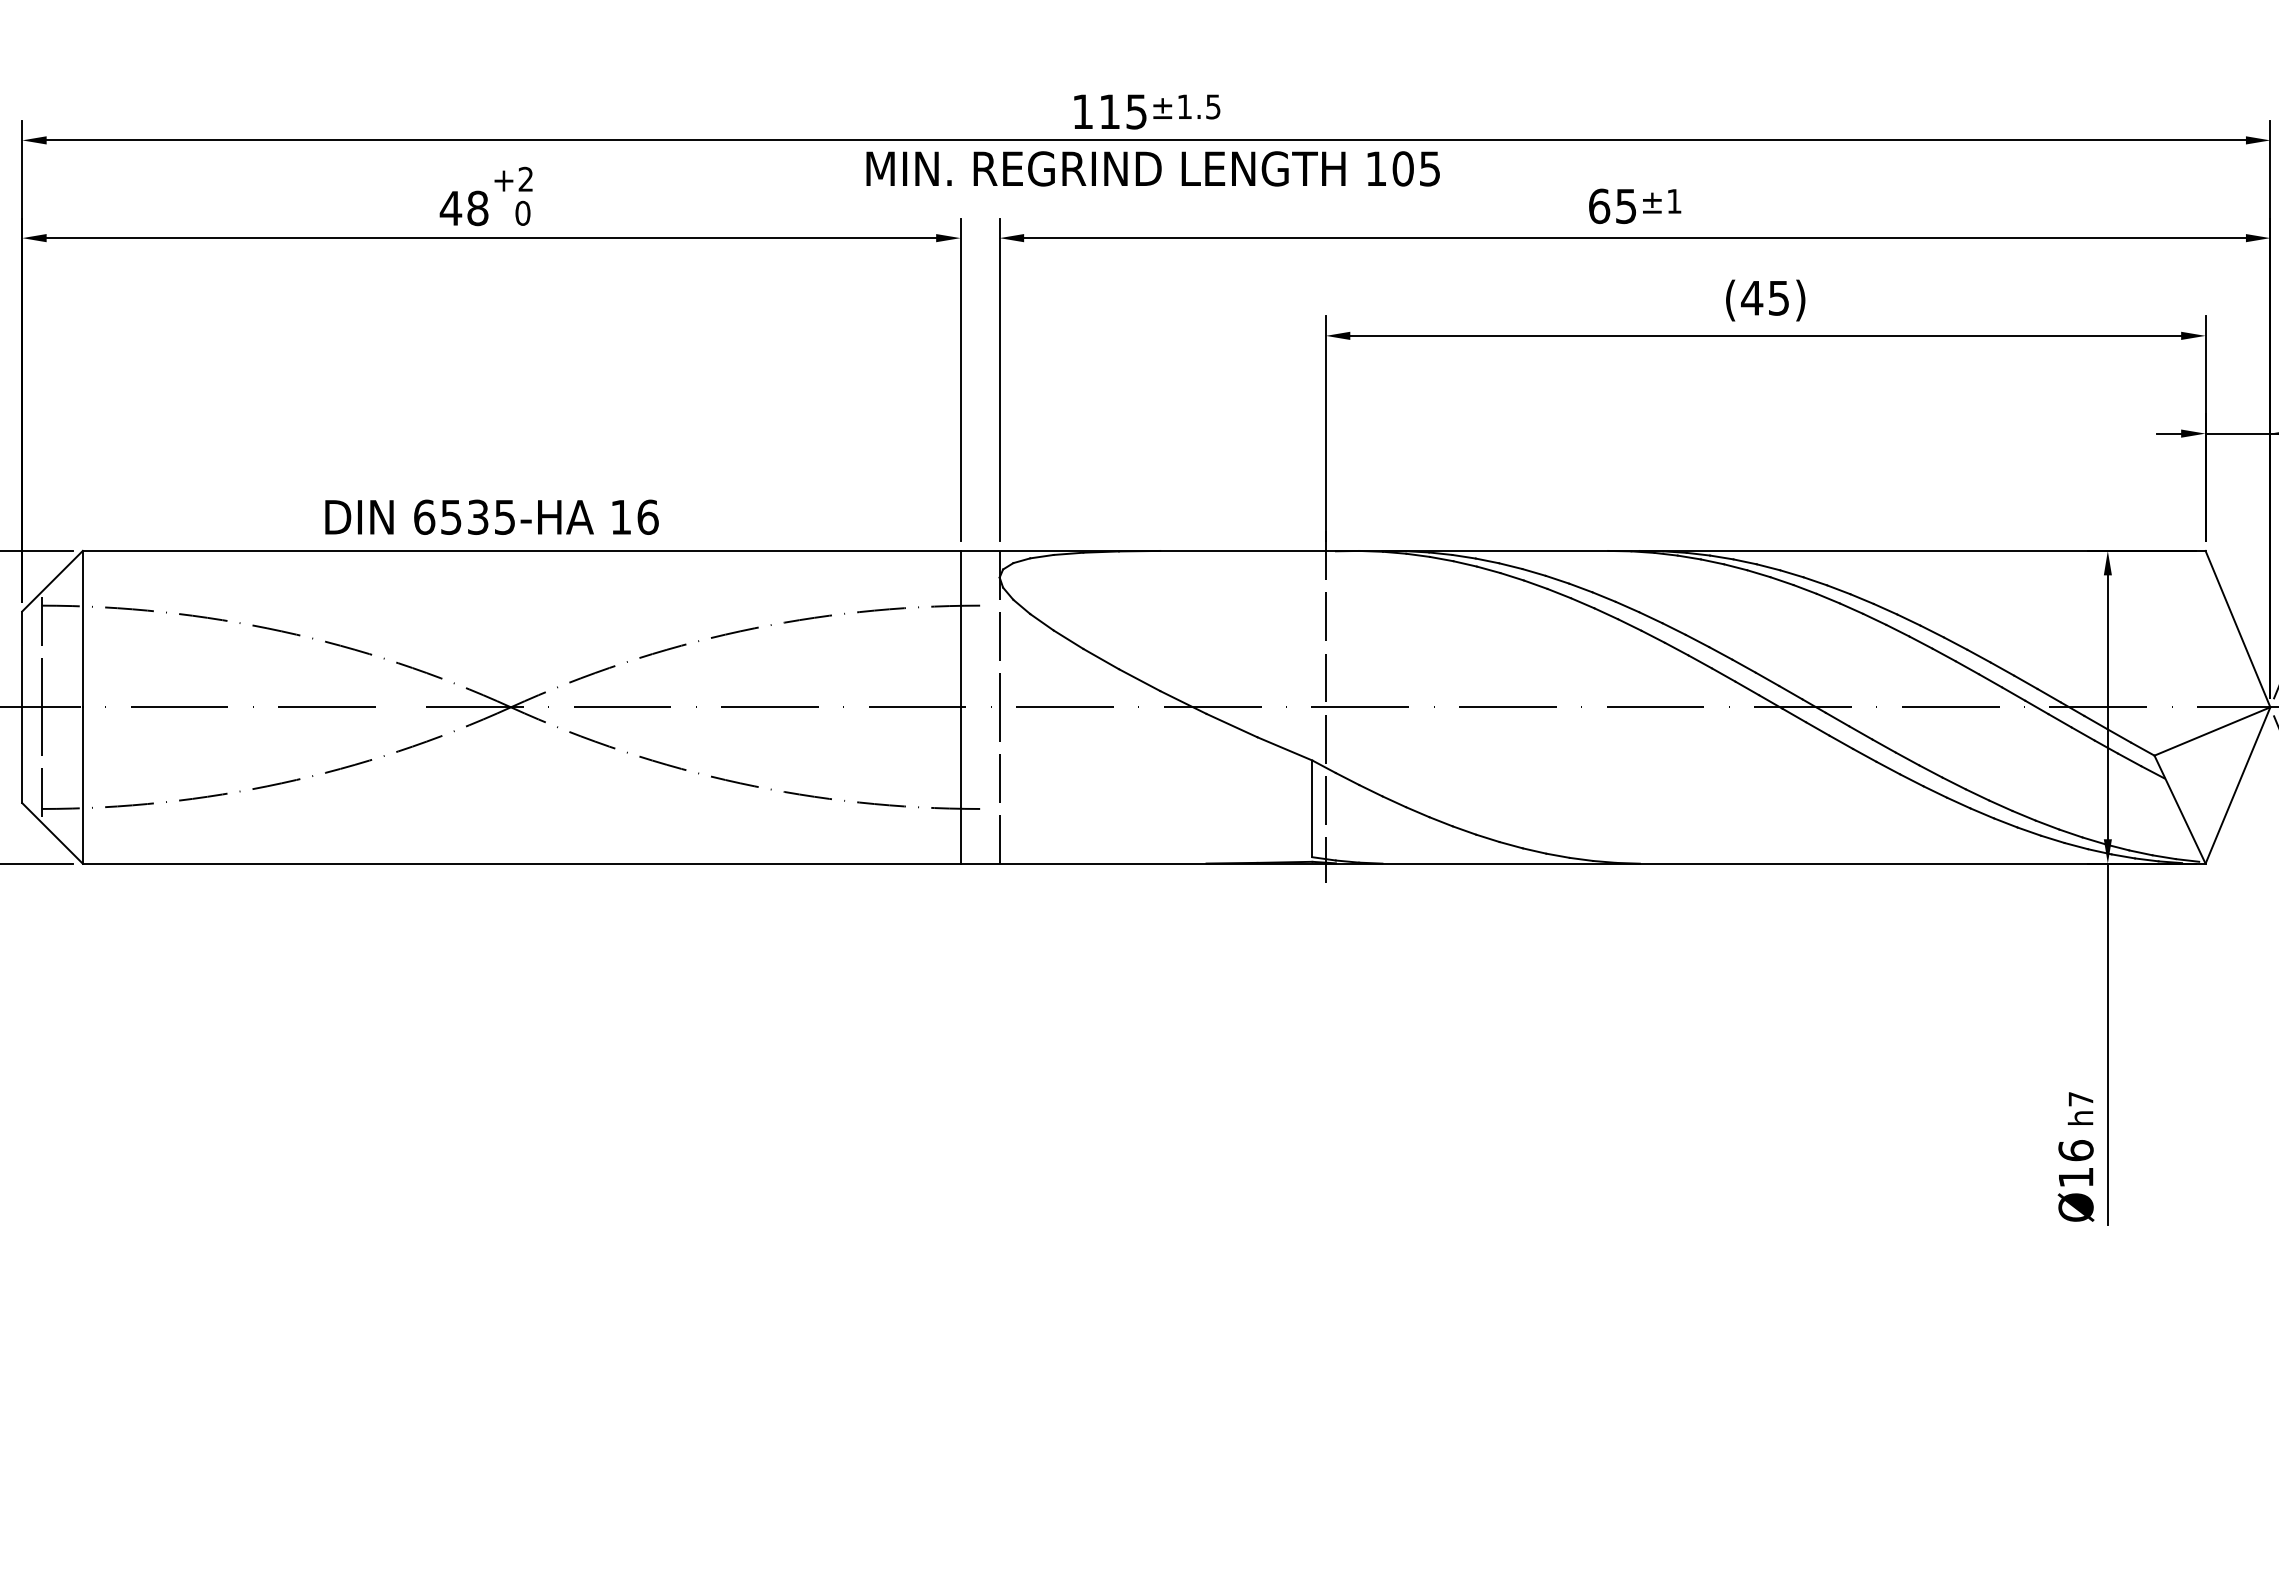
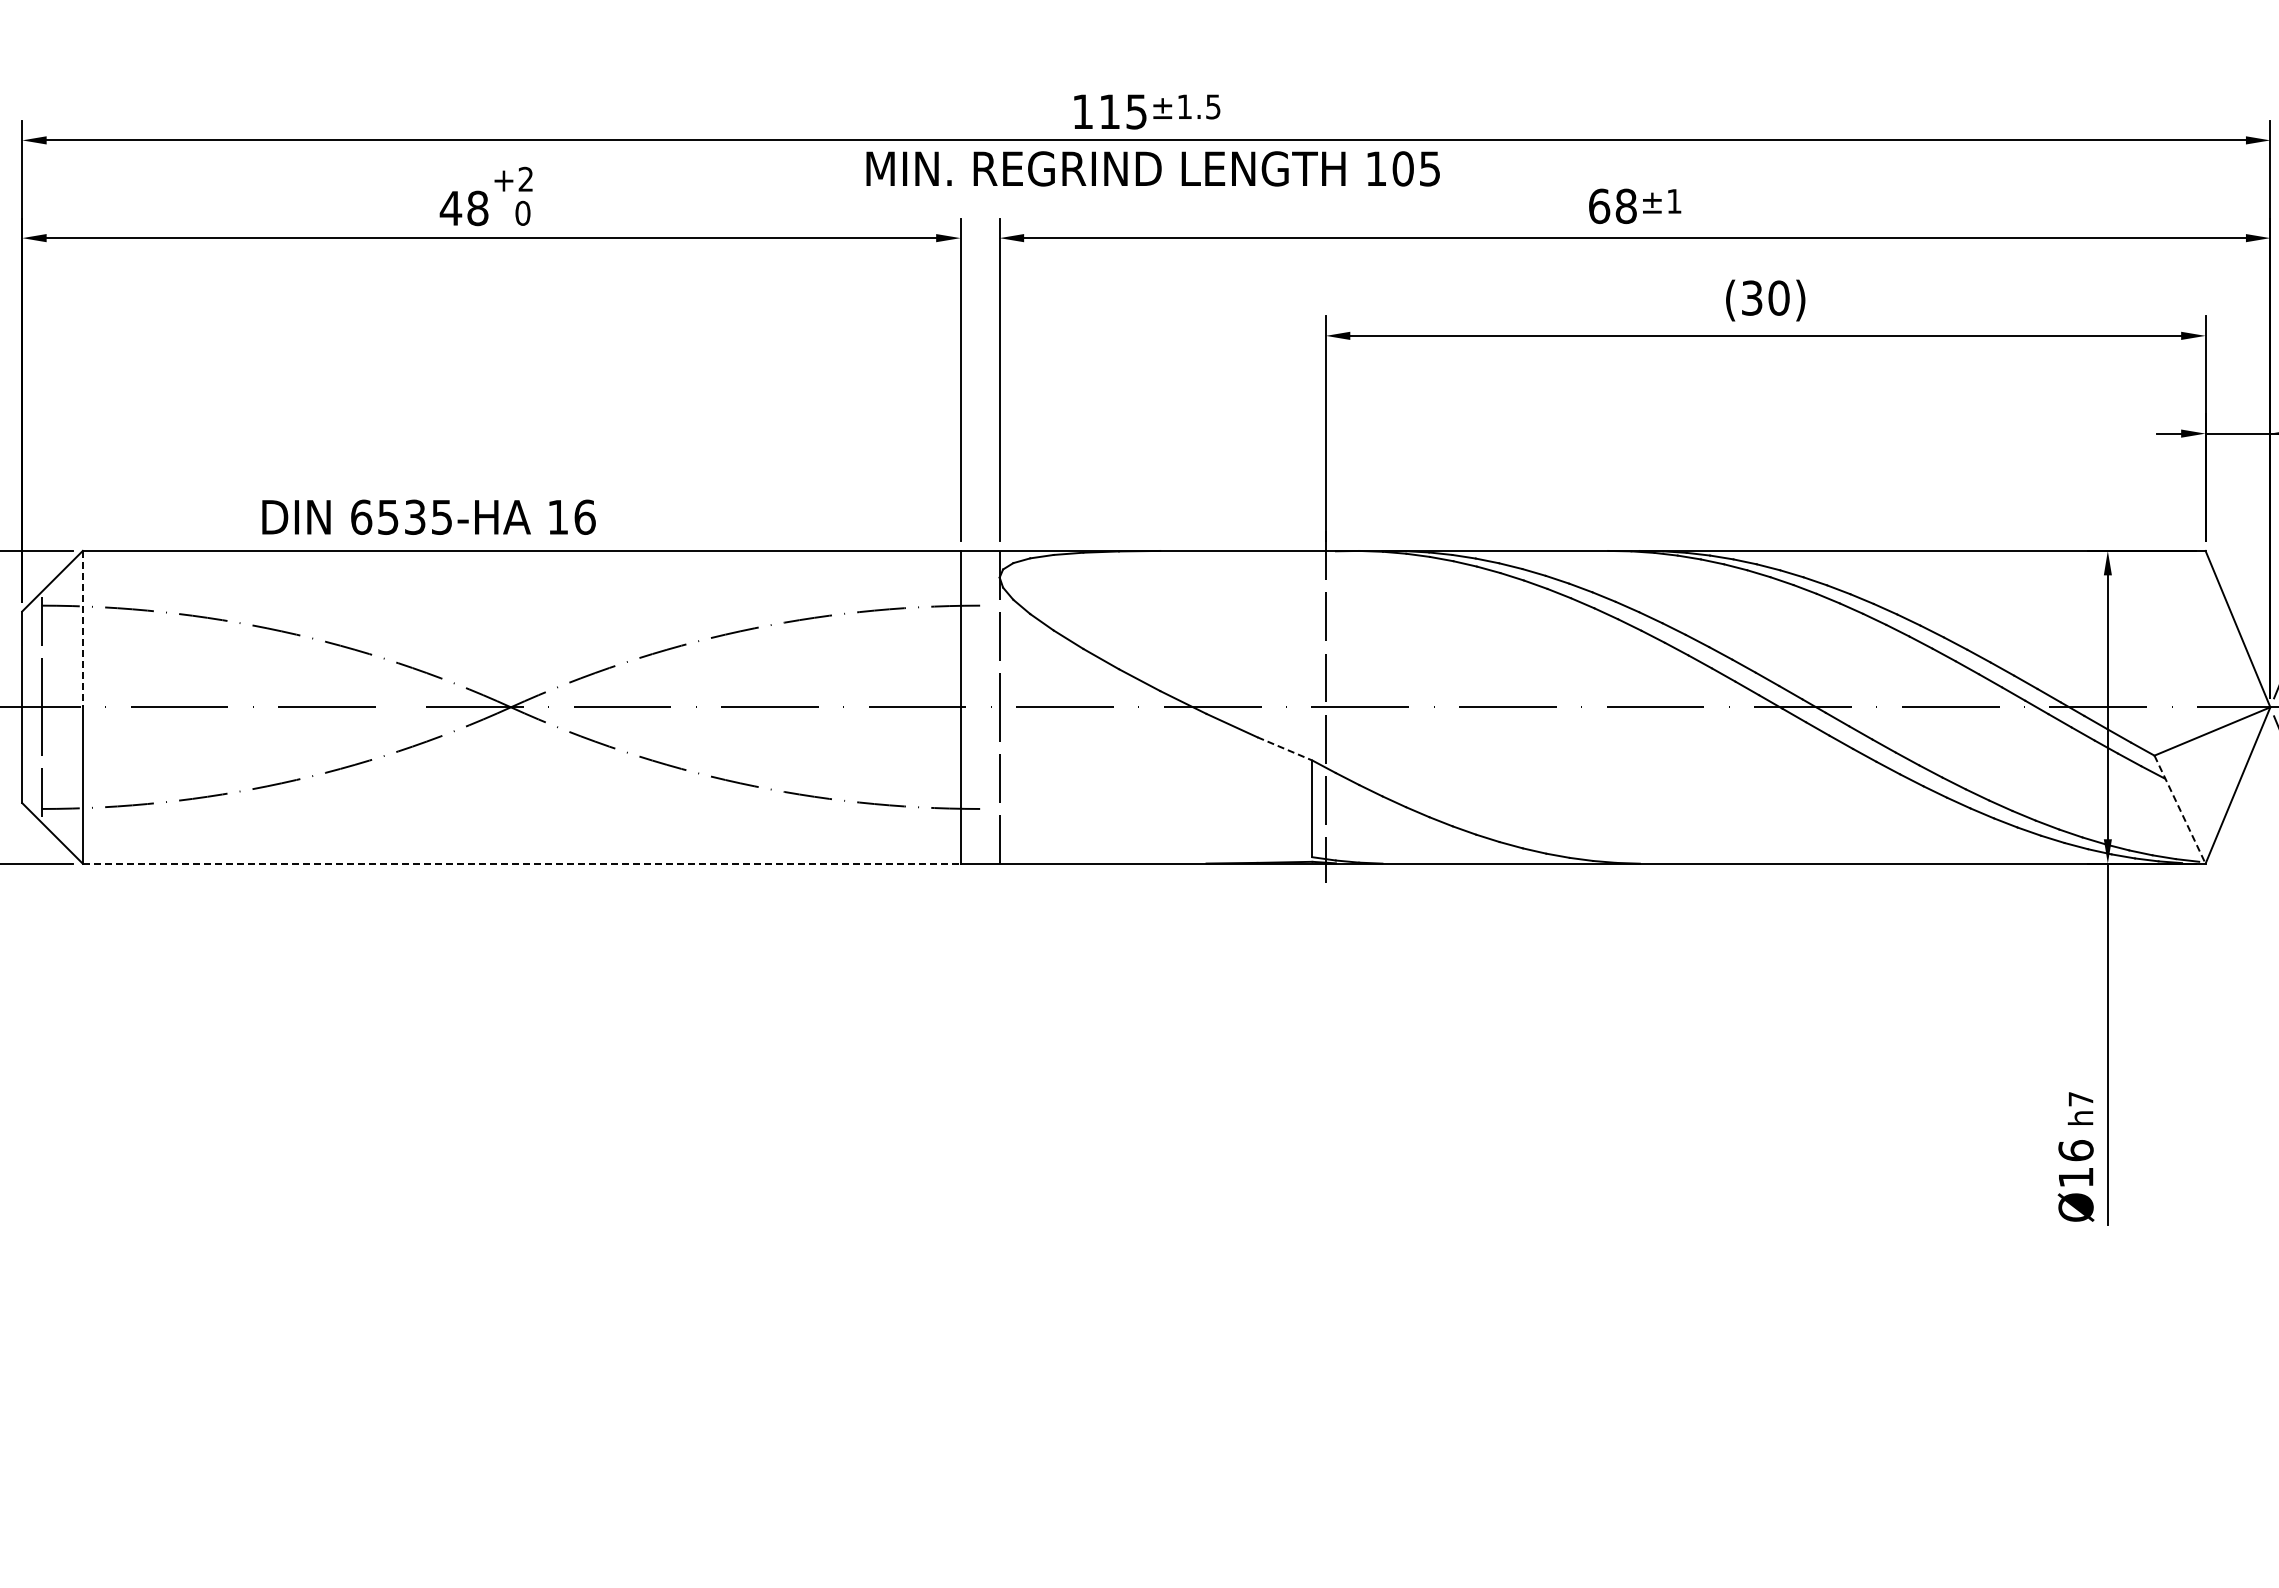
text at (1625, 206): 65 -> 68
text at (1765, 297): (45) -> (30)
text at (491, 516) position: (491, 516) -> (428, 516)
line at (82, 629): solid -> dashed
line at (1284, 748): solid -> dashed
line at (2180, 809): solid -> dashed
line at (521, 863): solid -> dashed
